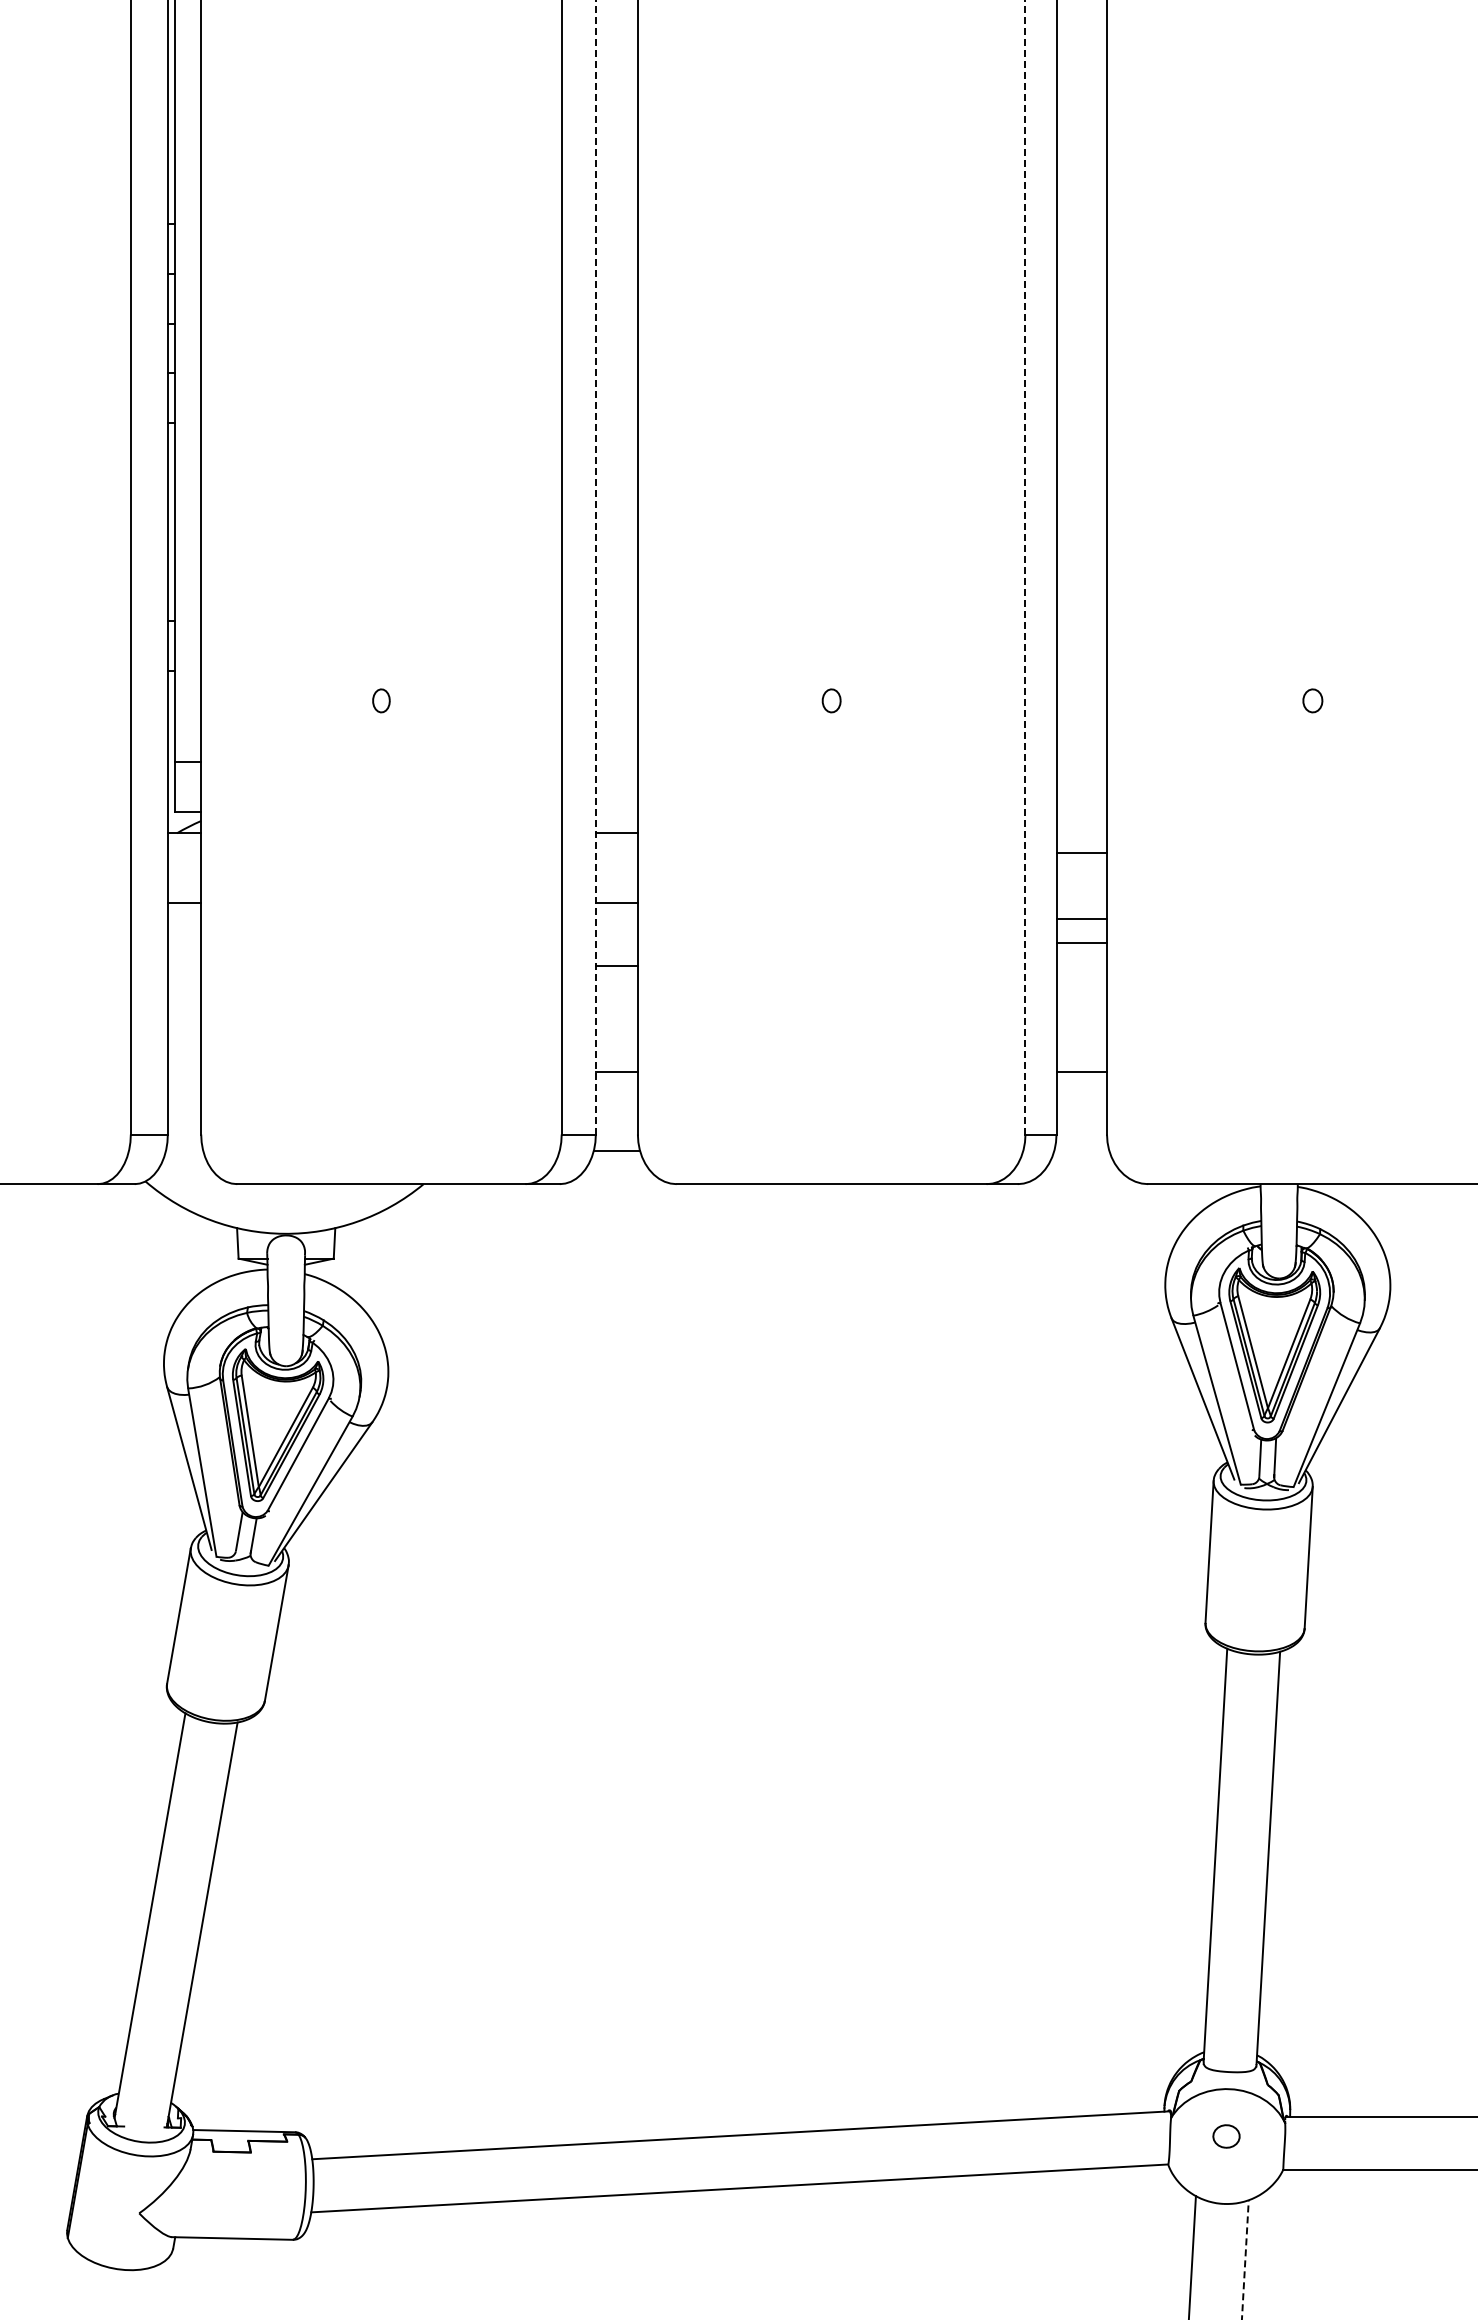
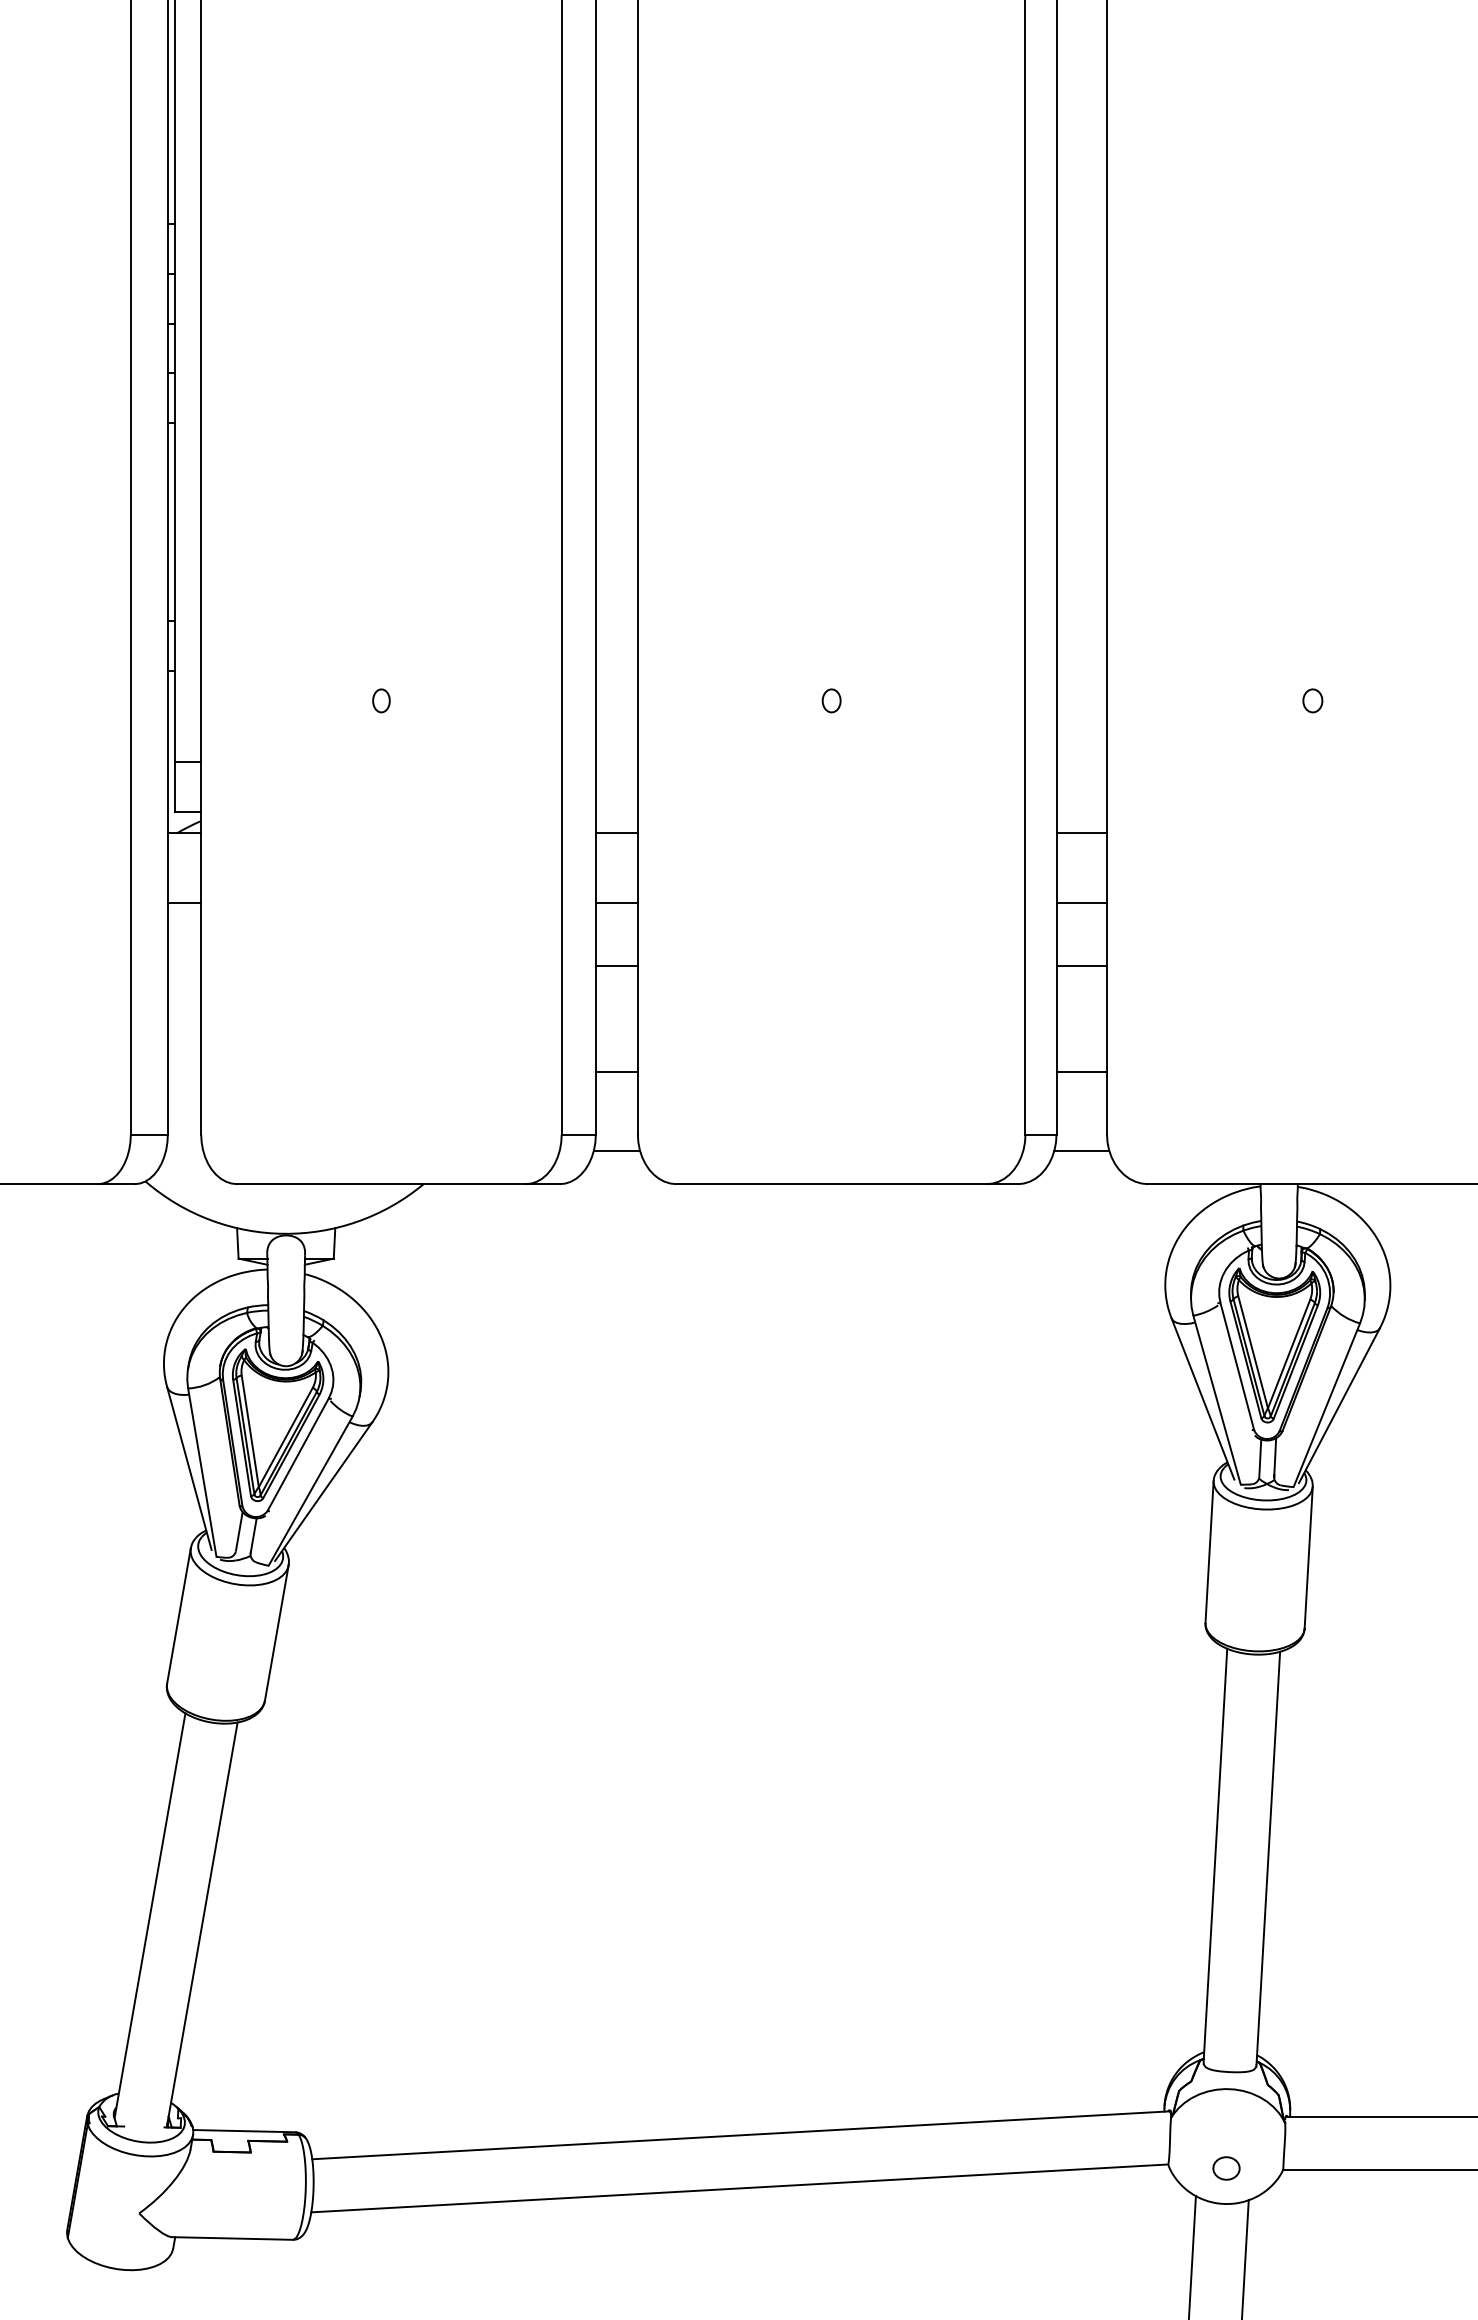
line at (595, 567): dashed -> solid
line at (1025, 567): dashed -> solid
line at (1081, 853) position: (1081, 853) -> (1081, 833)
line at (1081, 918) position: (1081, 918) -> (1081, 902)
line at (1081, 942) position: (1081, 942) -> (1081, 965)
line at (1081, 1151): none -> present
part at (1226, 2136) position: (1226, 2136) -> (1226, 2168)
line at (1245, 2260): dashed -> solid
